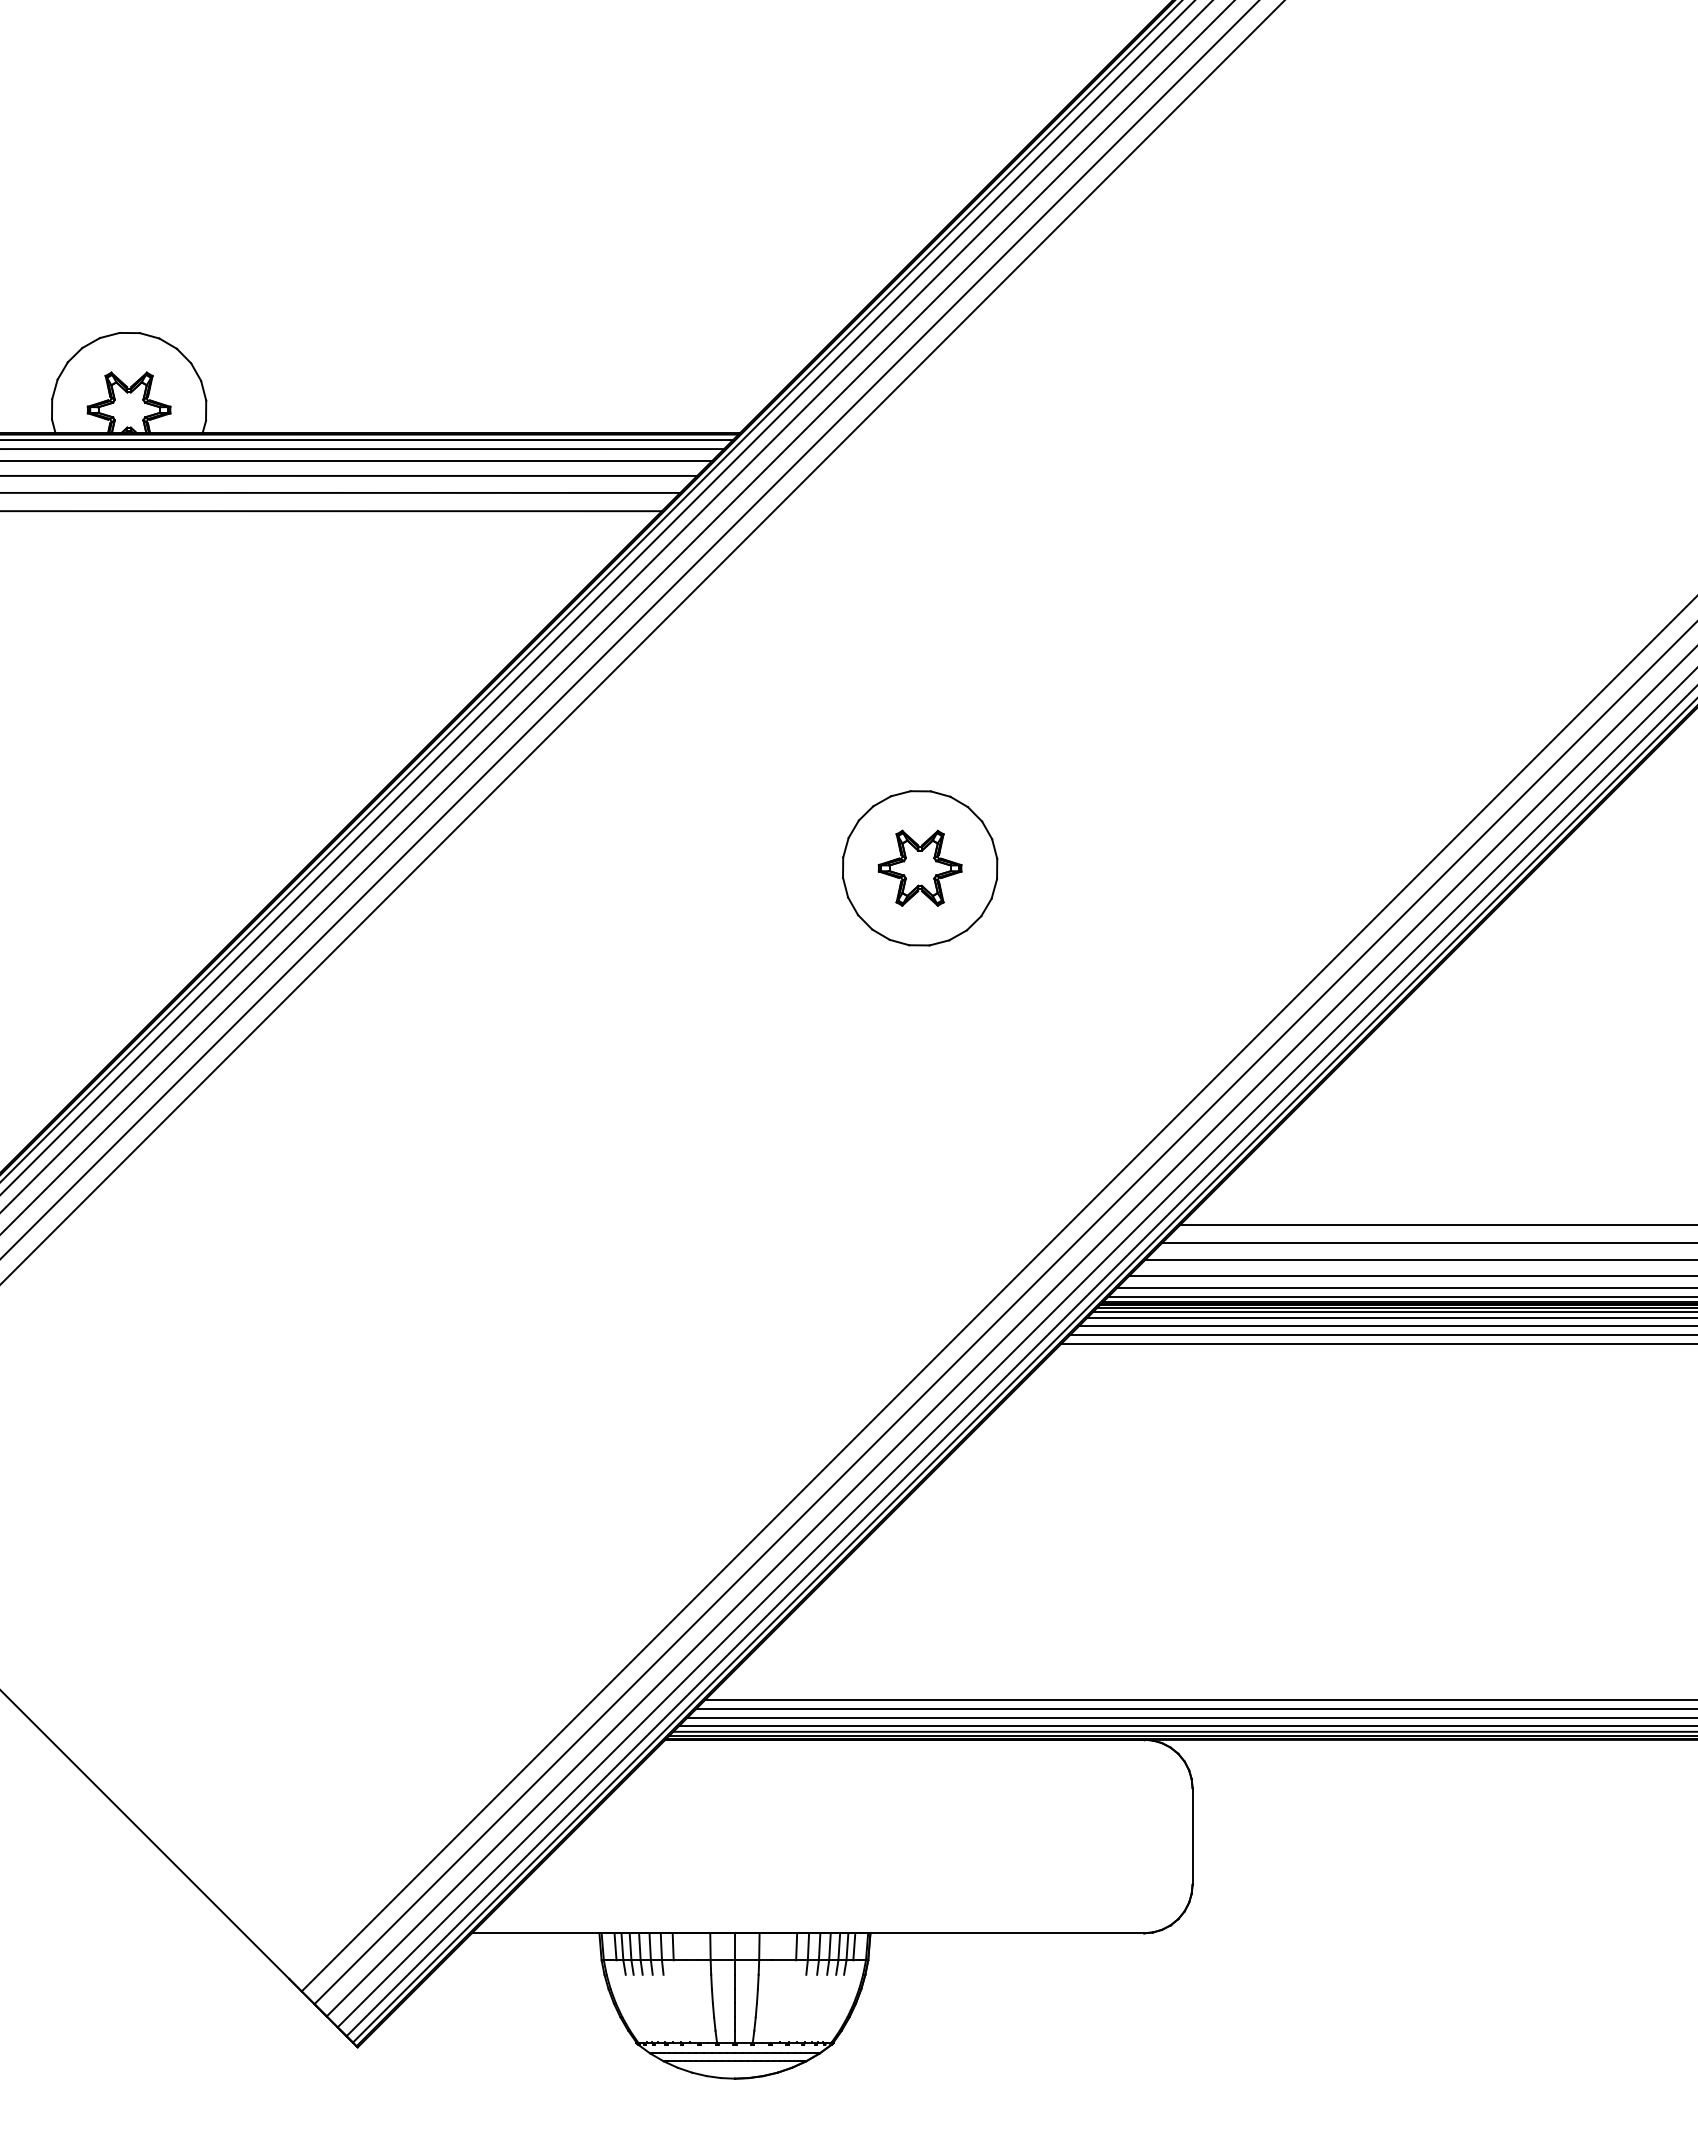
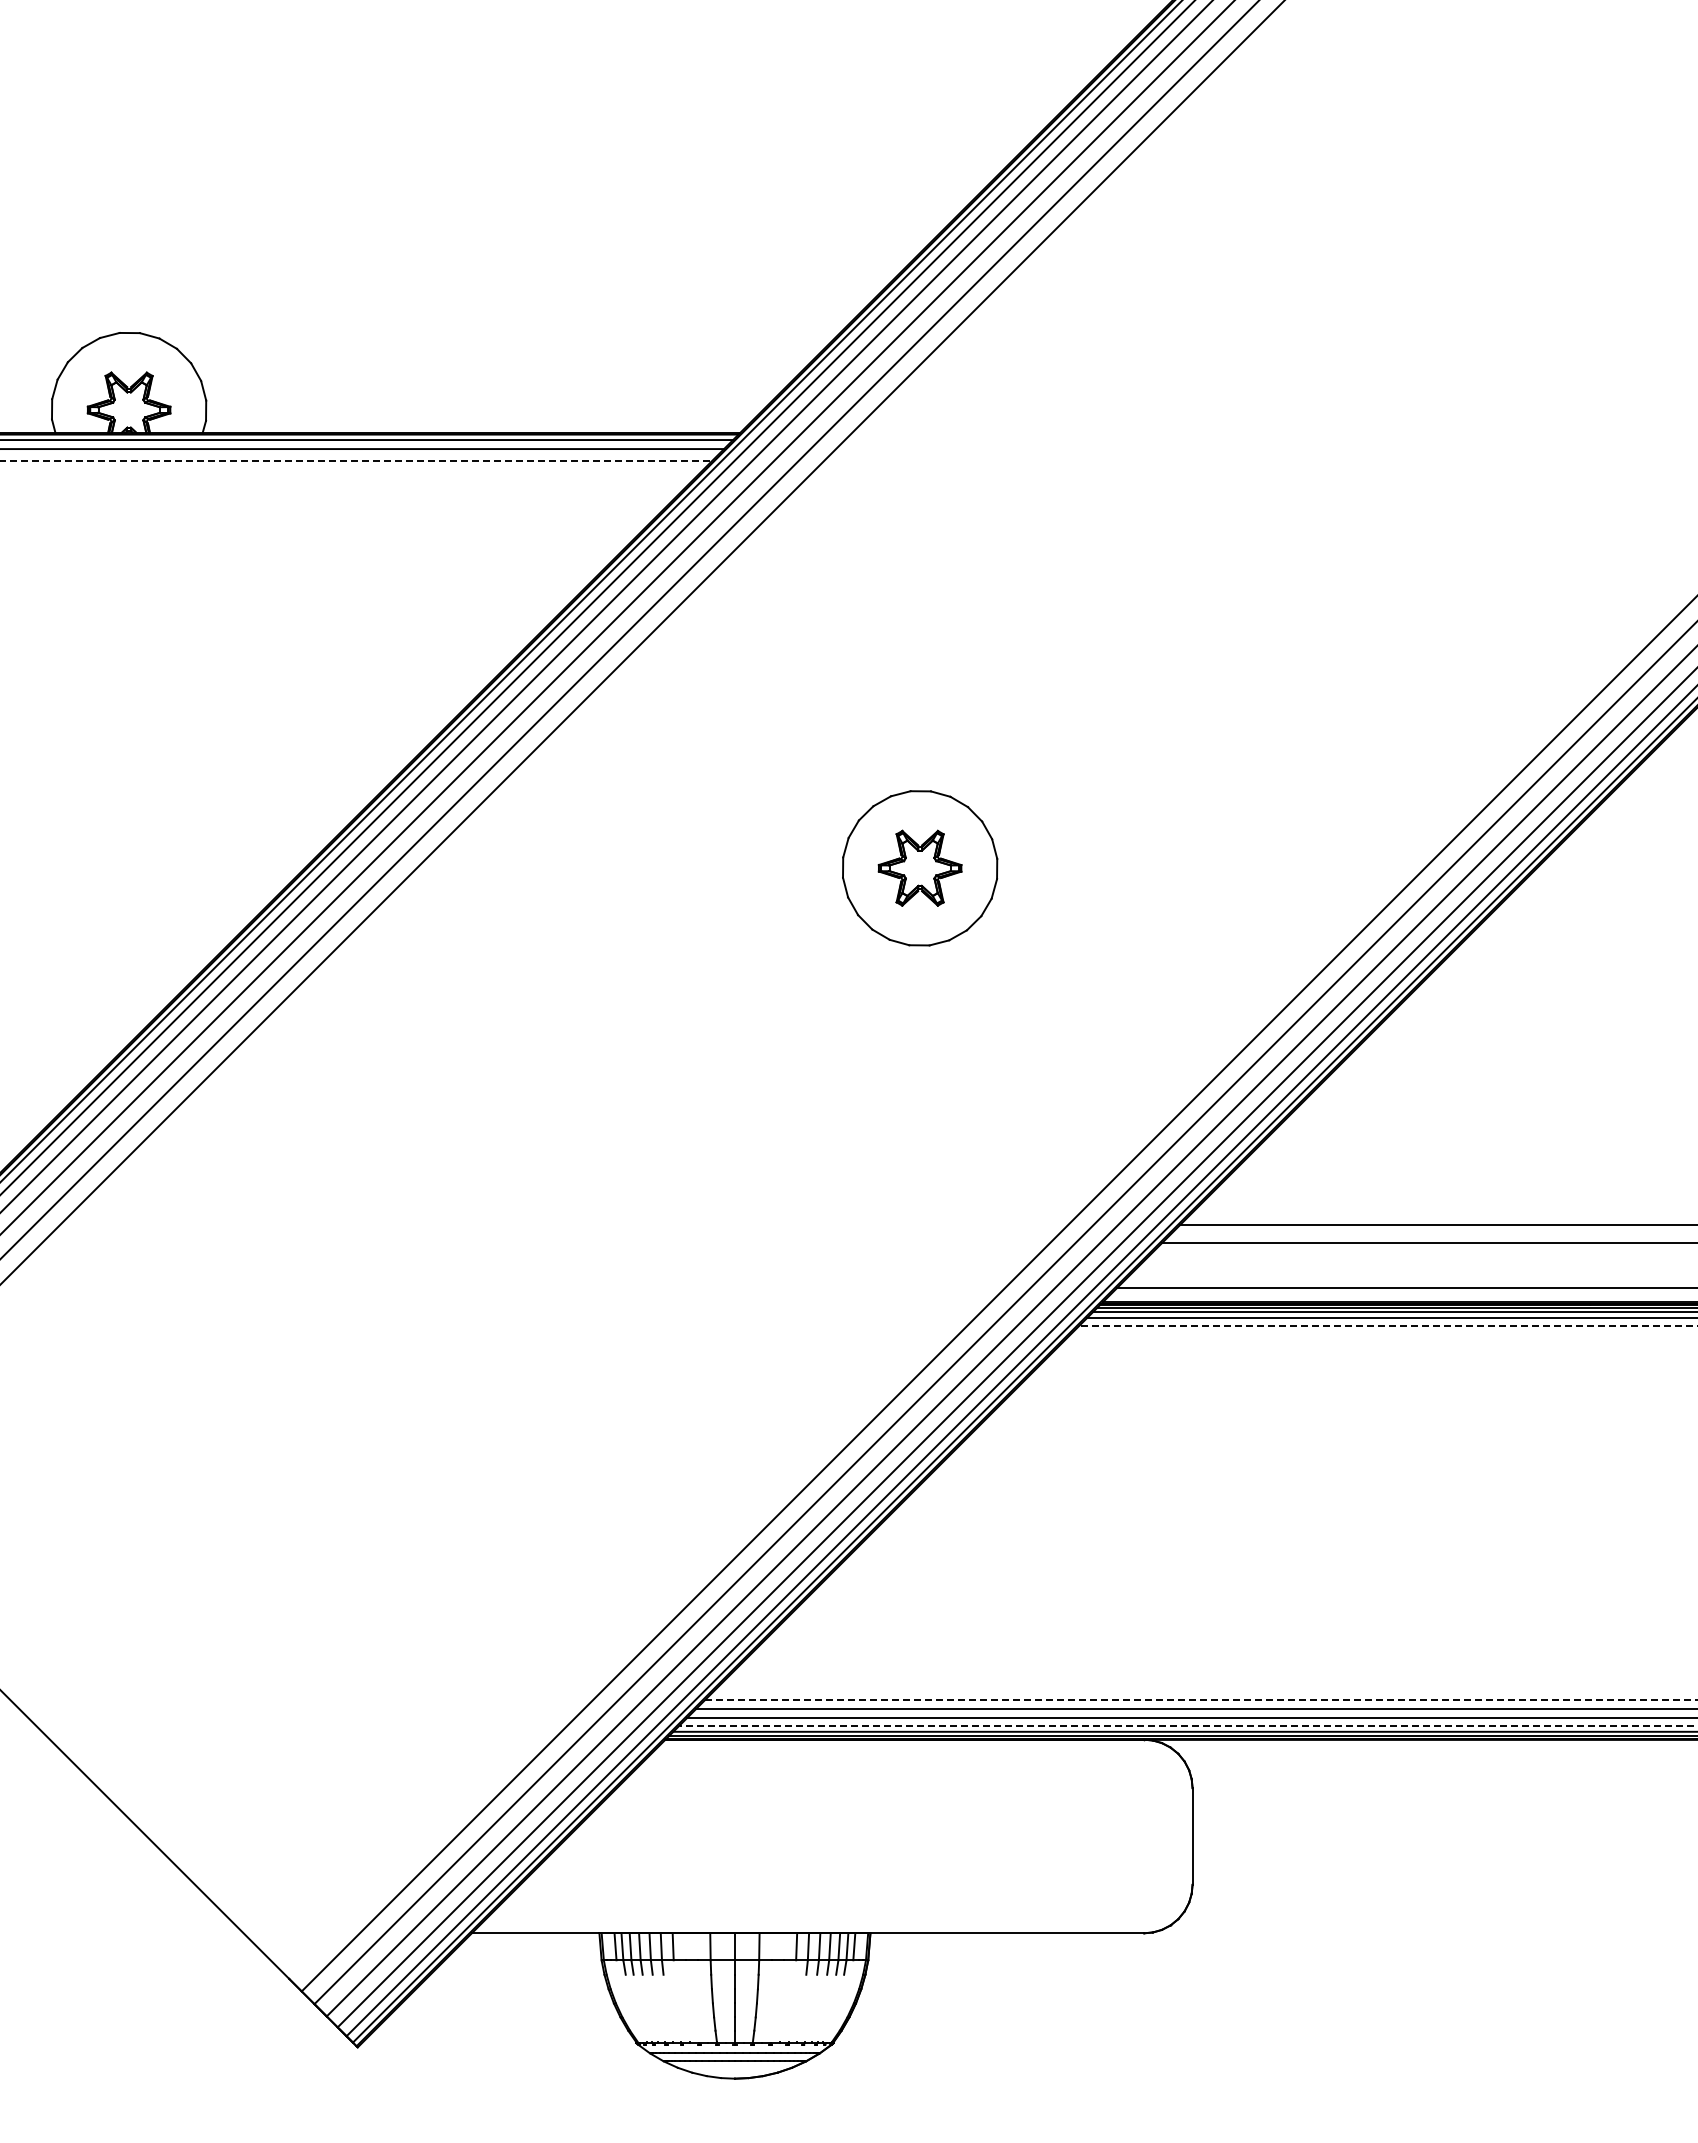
line at (356, 461): solid -> dashed
line at (349, 475): present -> none
line at (341, 492): present -> none
line at (331, 511): present -> none
line at (1419, 1260): present -> none
line at (1411, 1275): present -> none
line at (1400, 1297): present -> none
line at (1388, 1326): solid -> dashed
line at (1382, 1334): present -> none
line at (1377, 1343): present -> none
line at (1201, 1700): solid -> dashed
line at (1188, 1725): solid -> dashed
